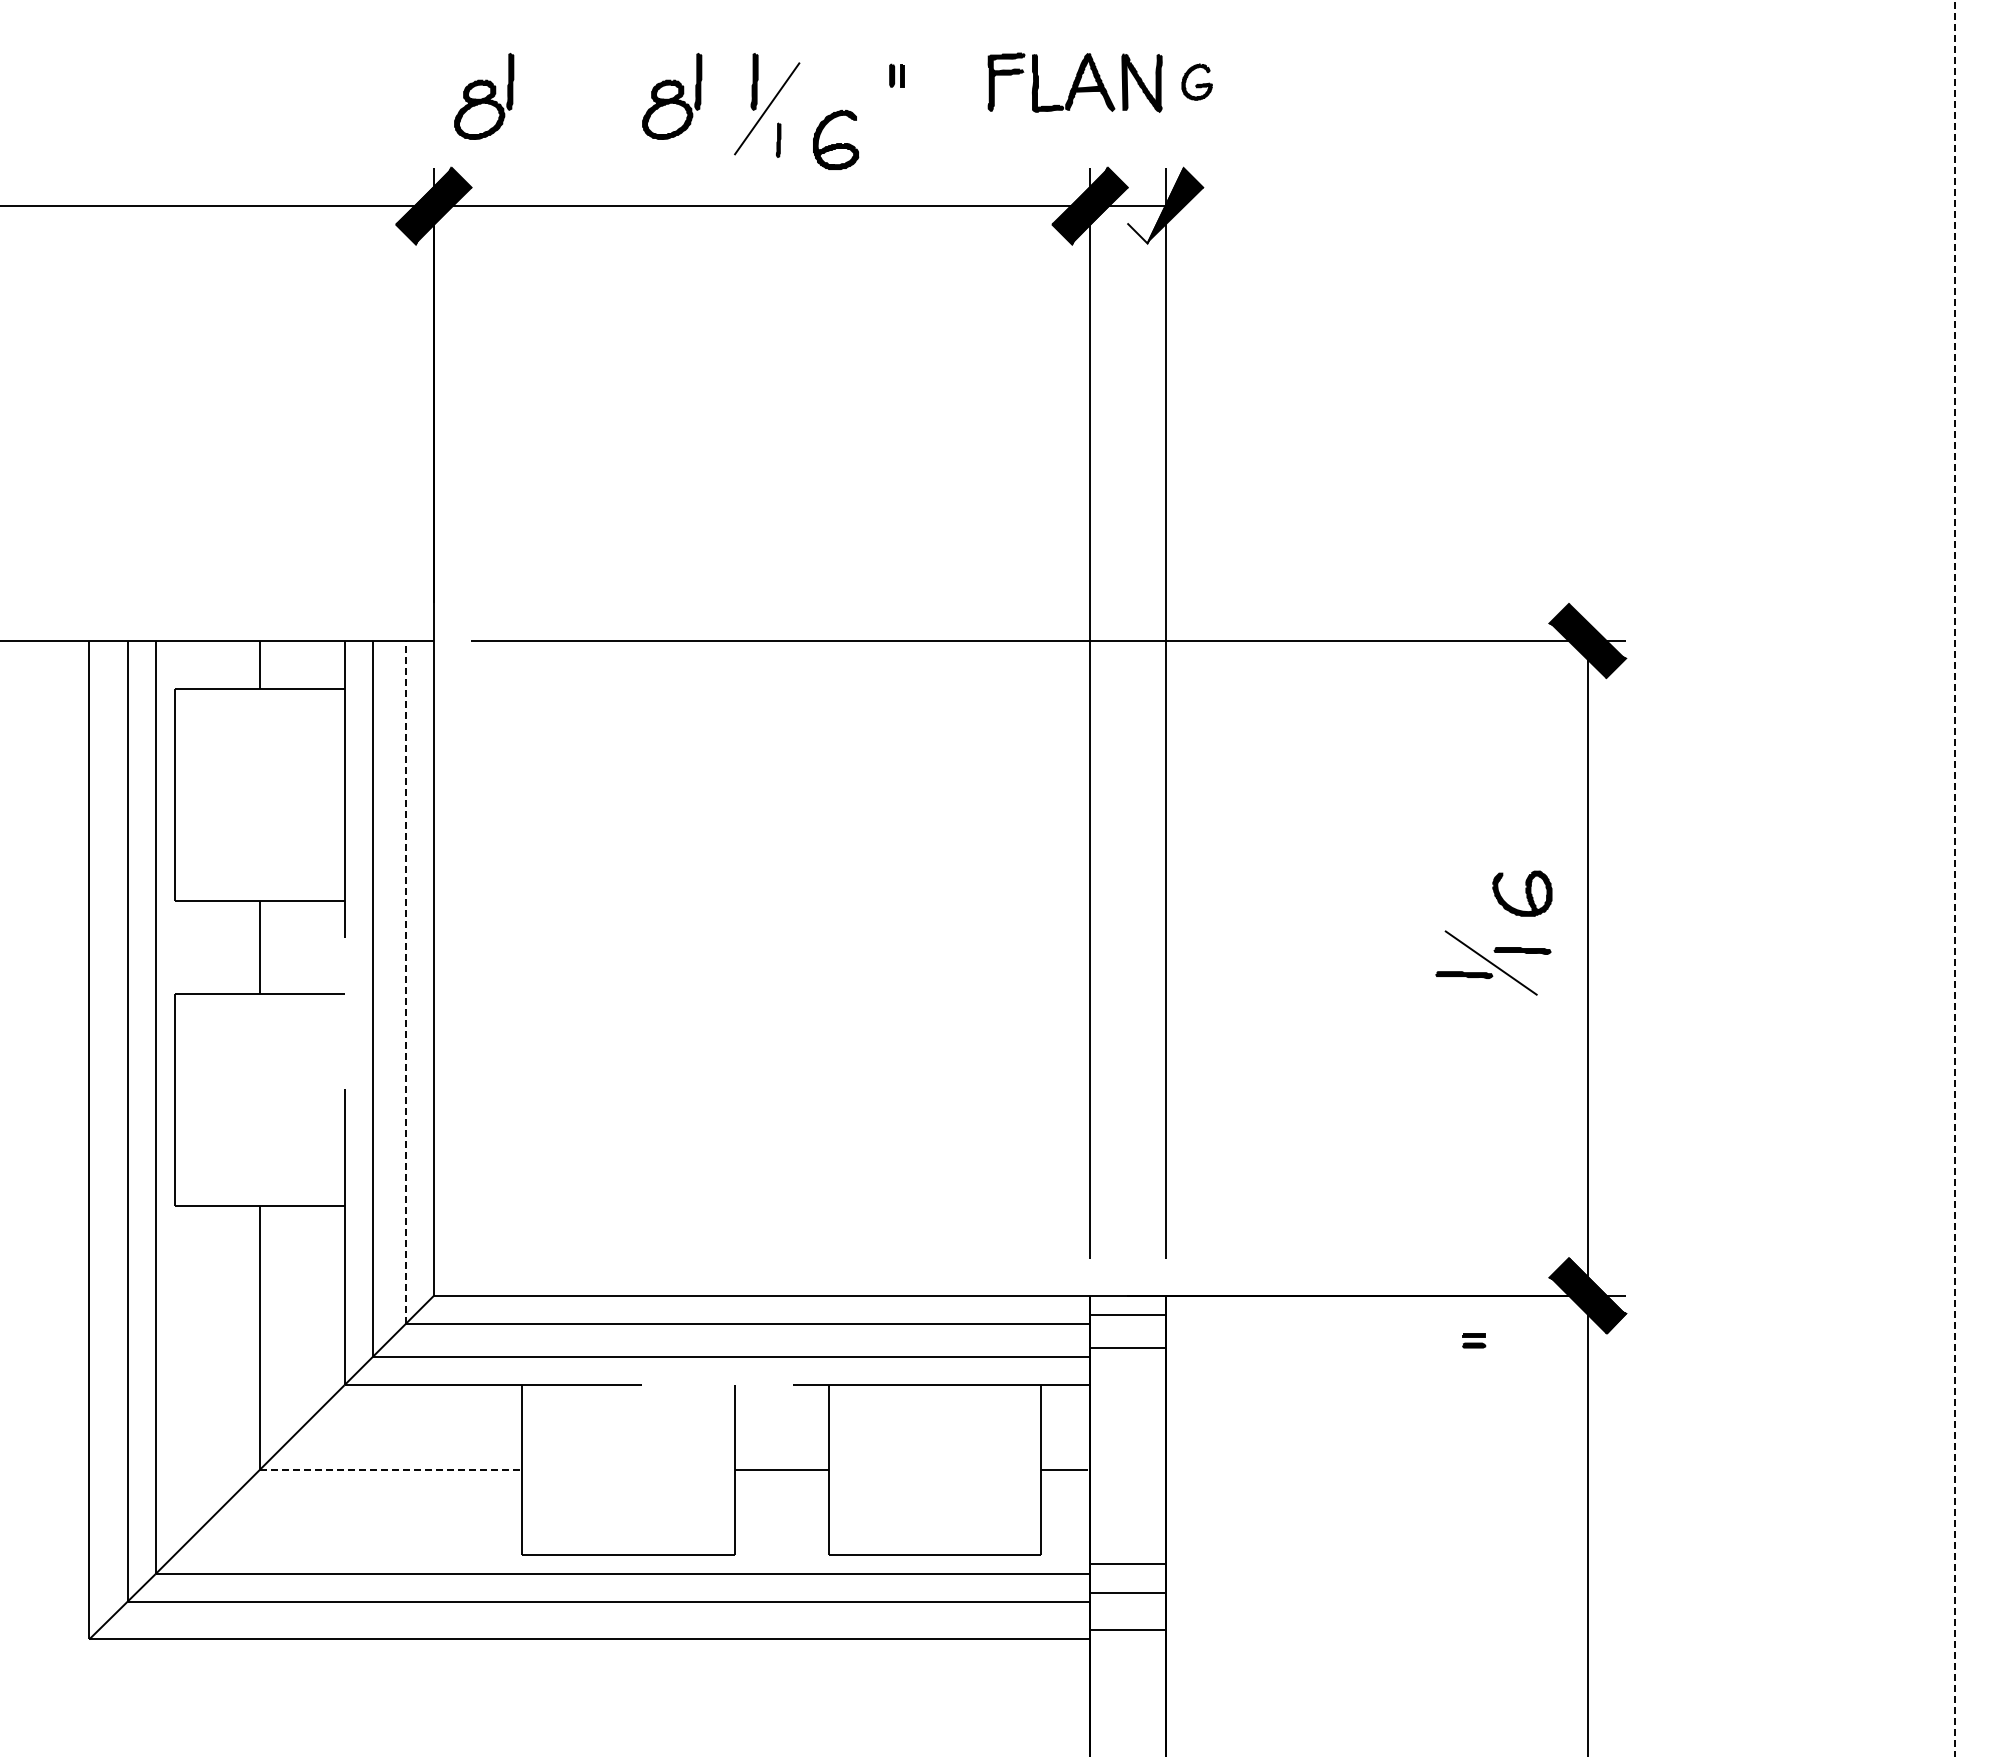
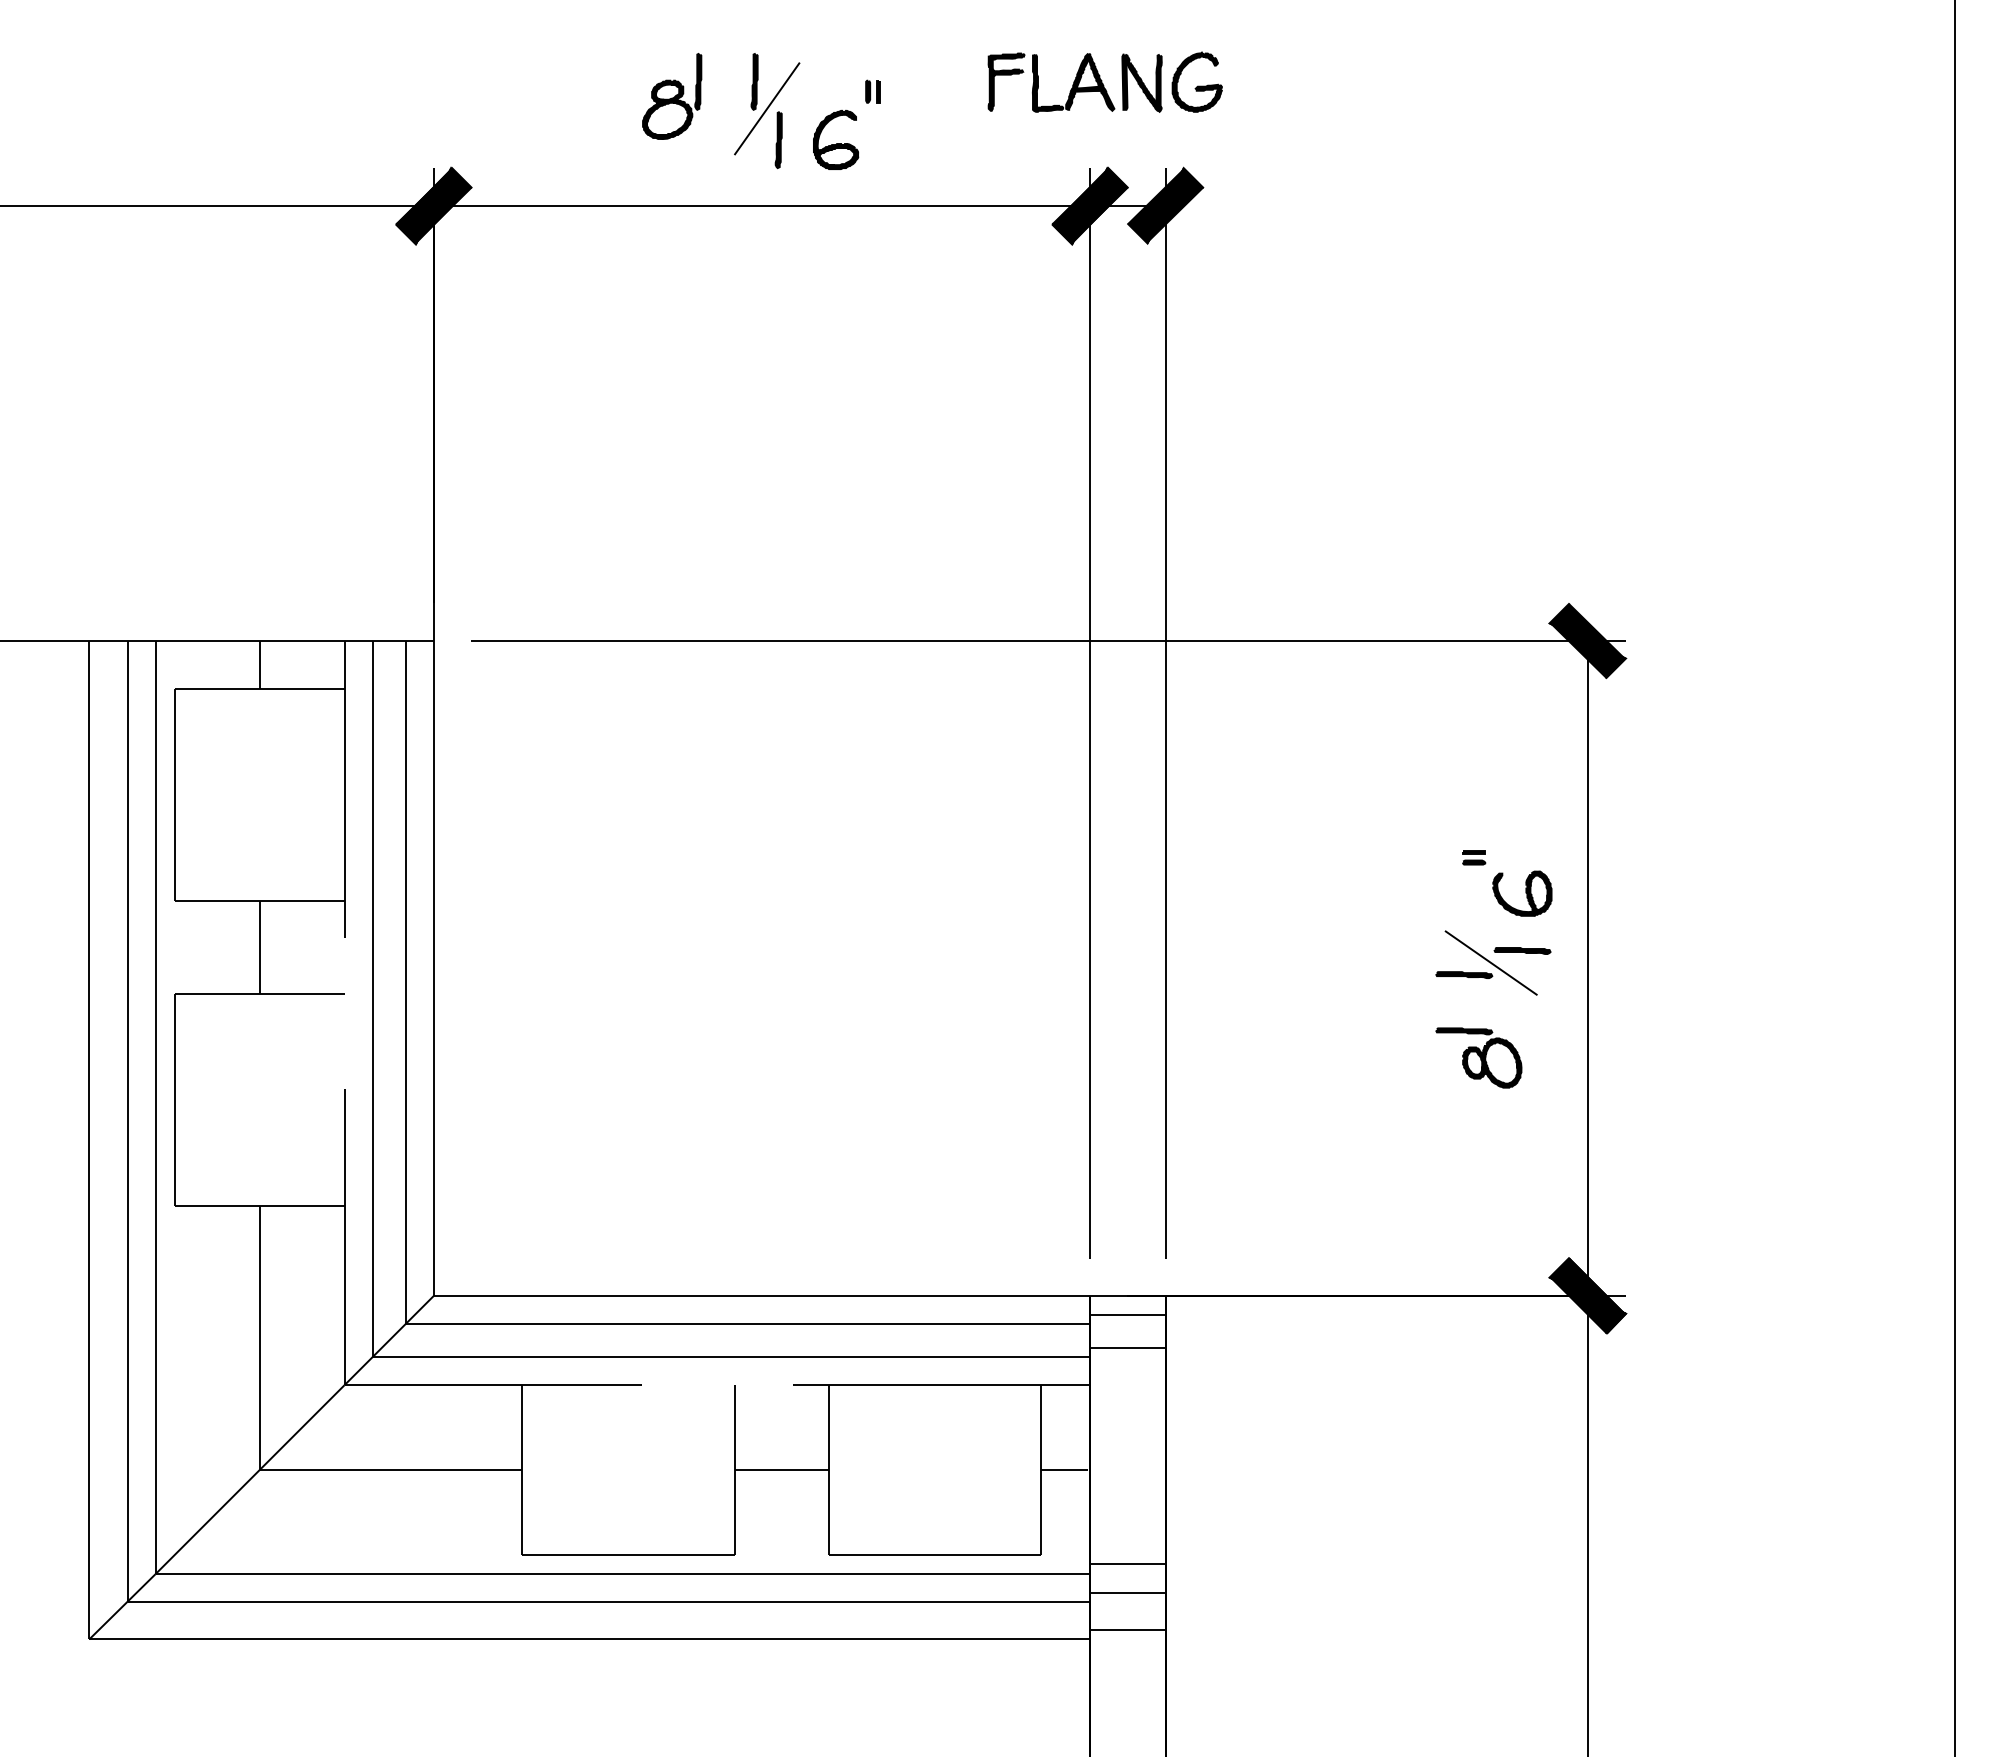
part at (896, 75) position: (896, 75) -> (872, 91)
part at (1196, 81) size: 32x38 px -> 52x62 px
part at (484, 96): present -> none
part at (778, 139) size: 6x36 px -> 9x59 px
fill at (1155, 205): none -> present
line at (1954, 877): dashed -> solid
line at (405, 982): dashed -> solid
part at (1478, 1057): none -> present
part at (1474, 1340) position: (1474, 1340) -> (1474, 857)
line at (391, 1469): dashed -> solid
